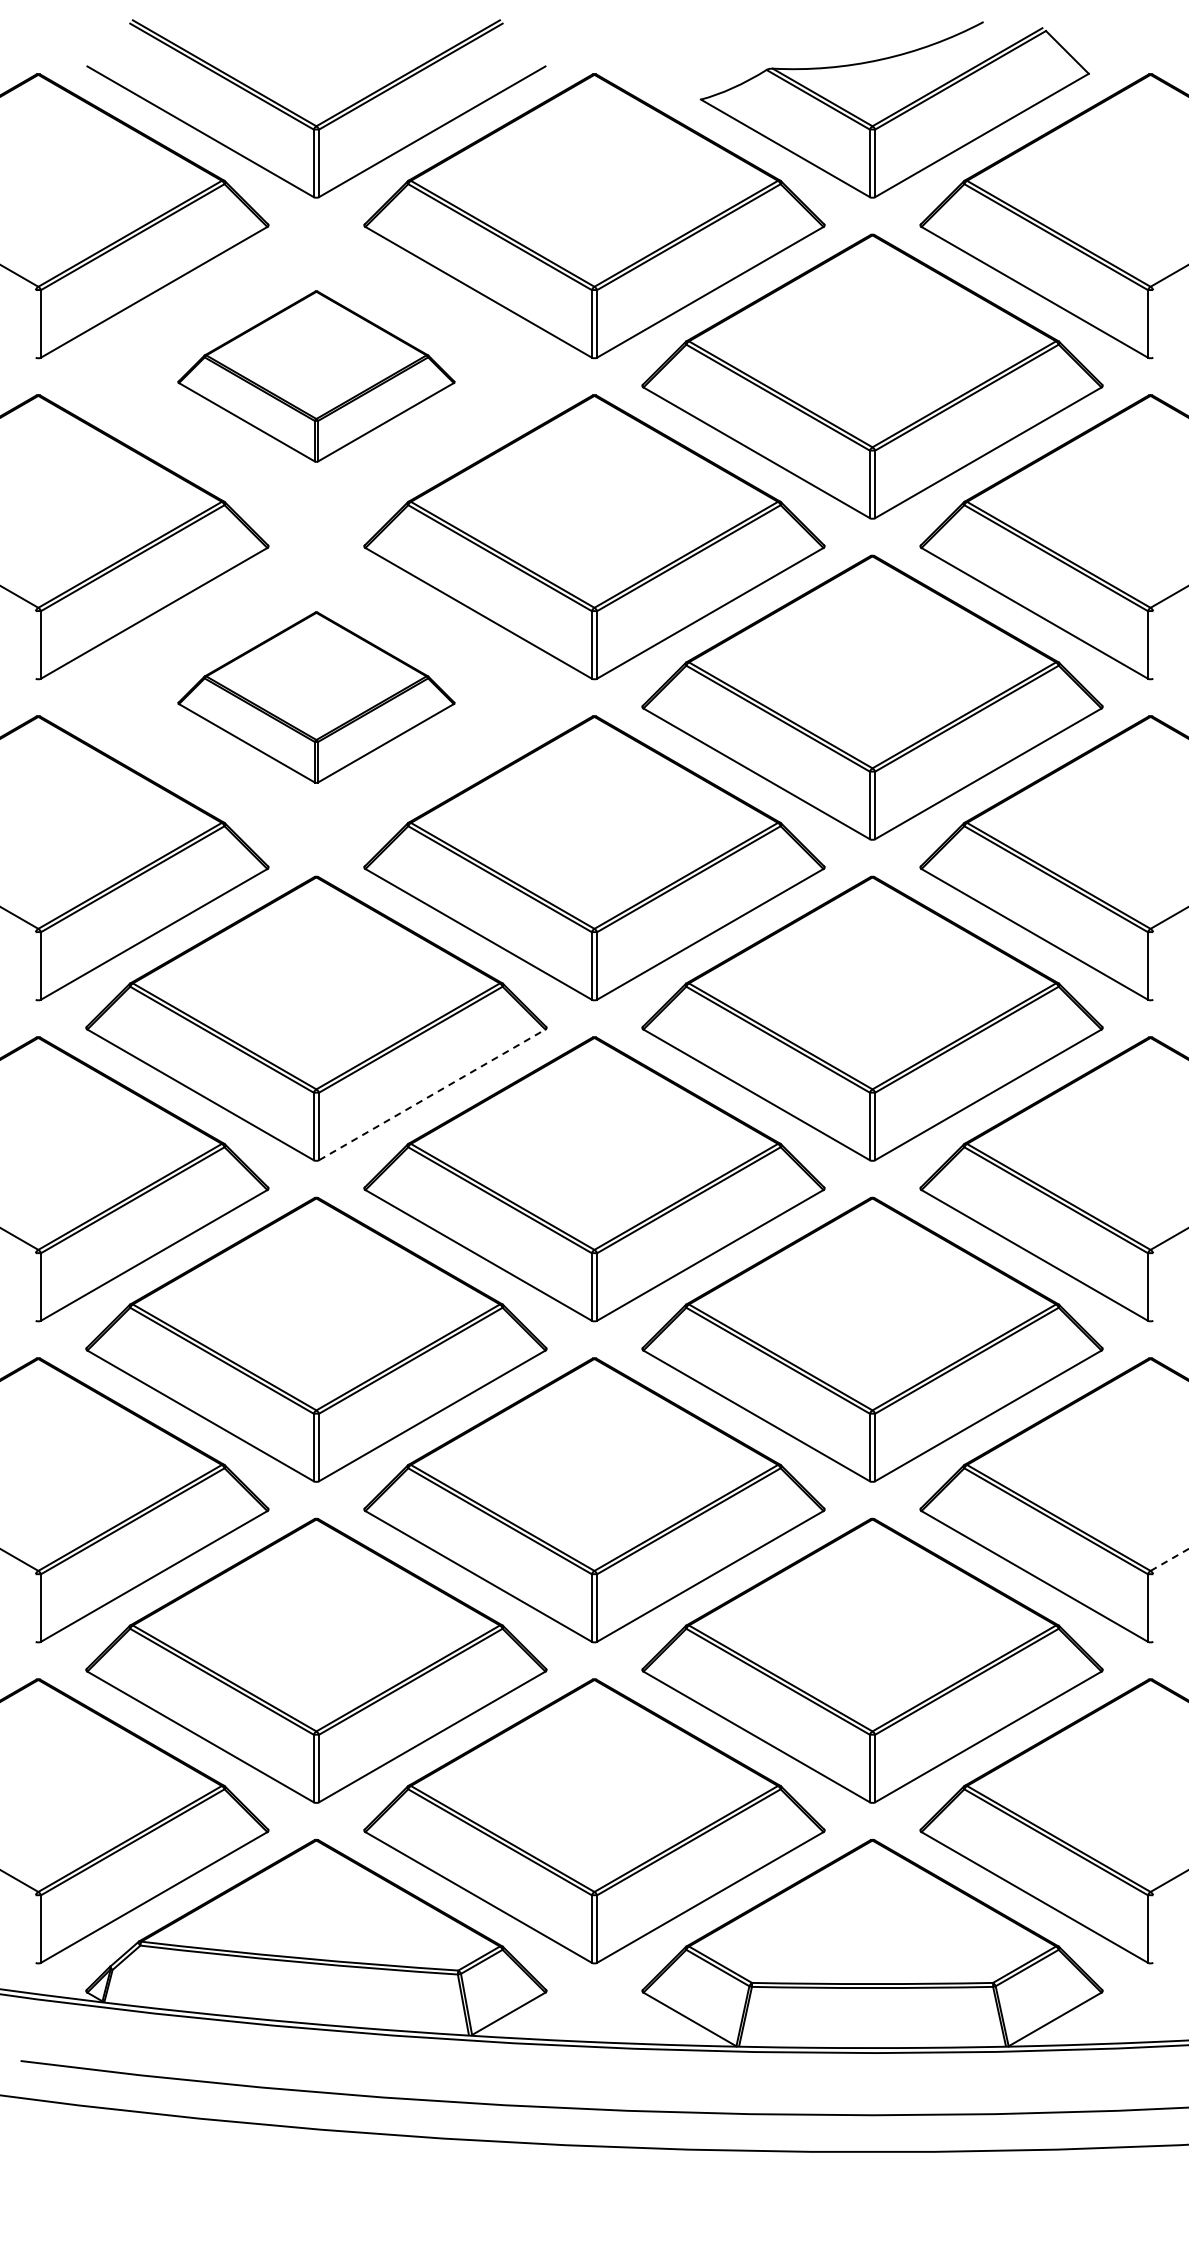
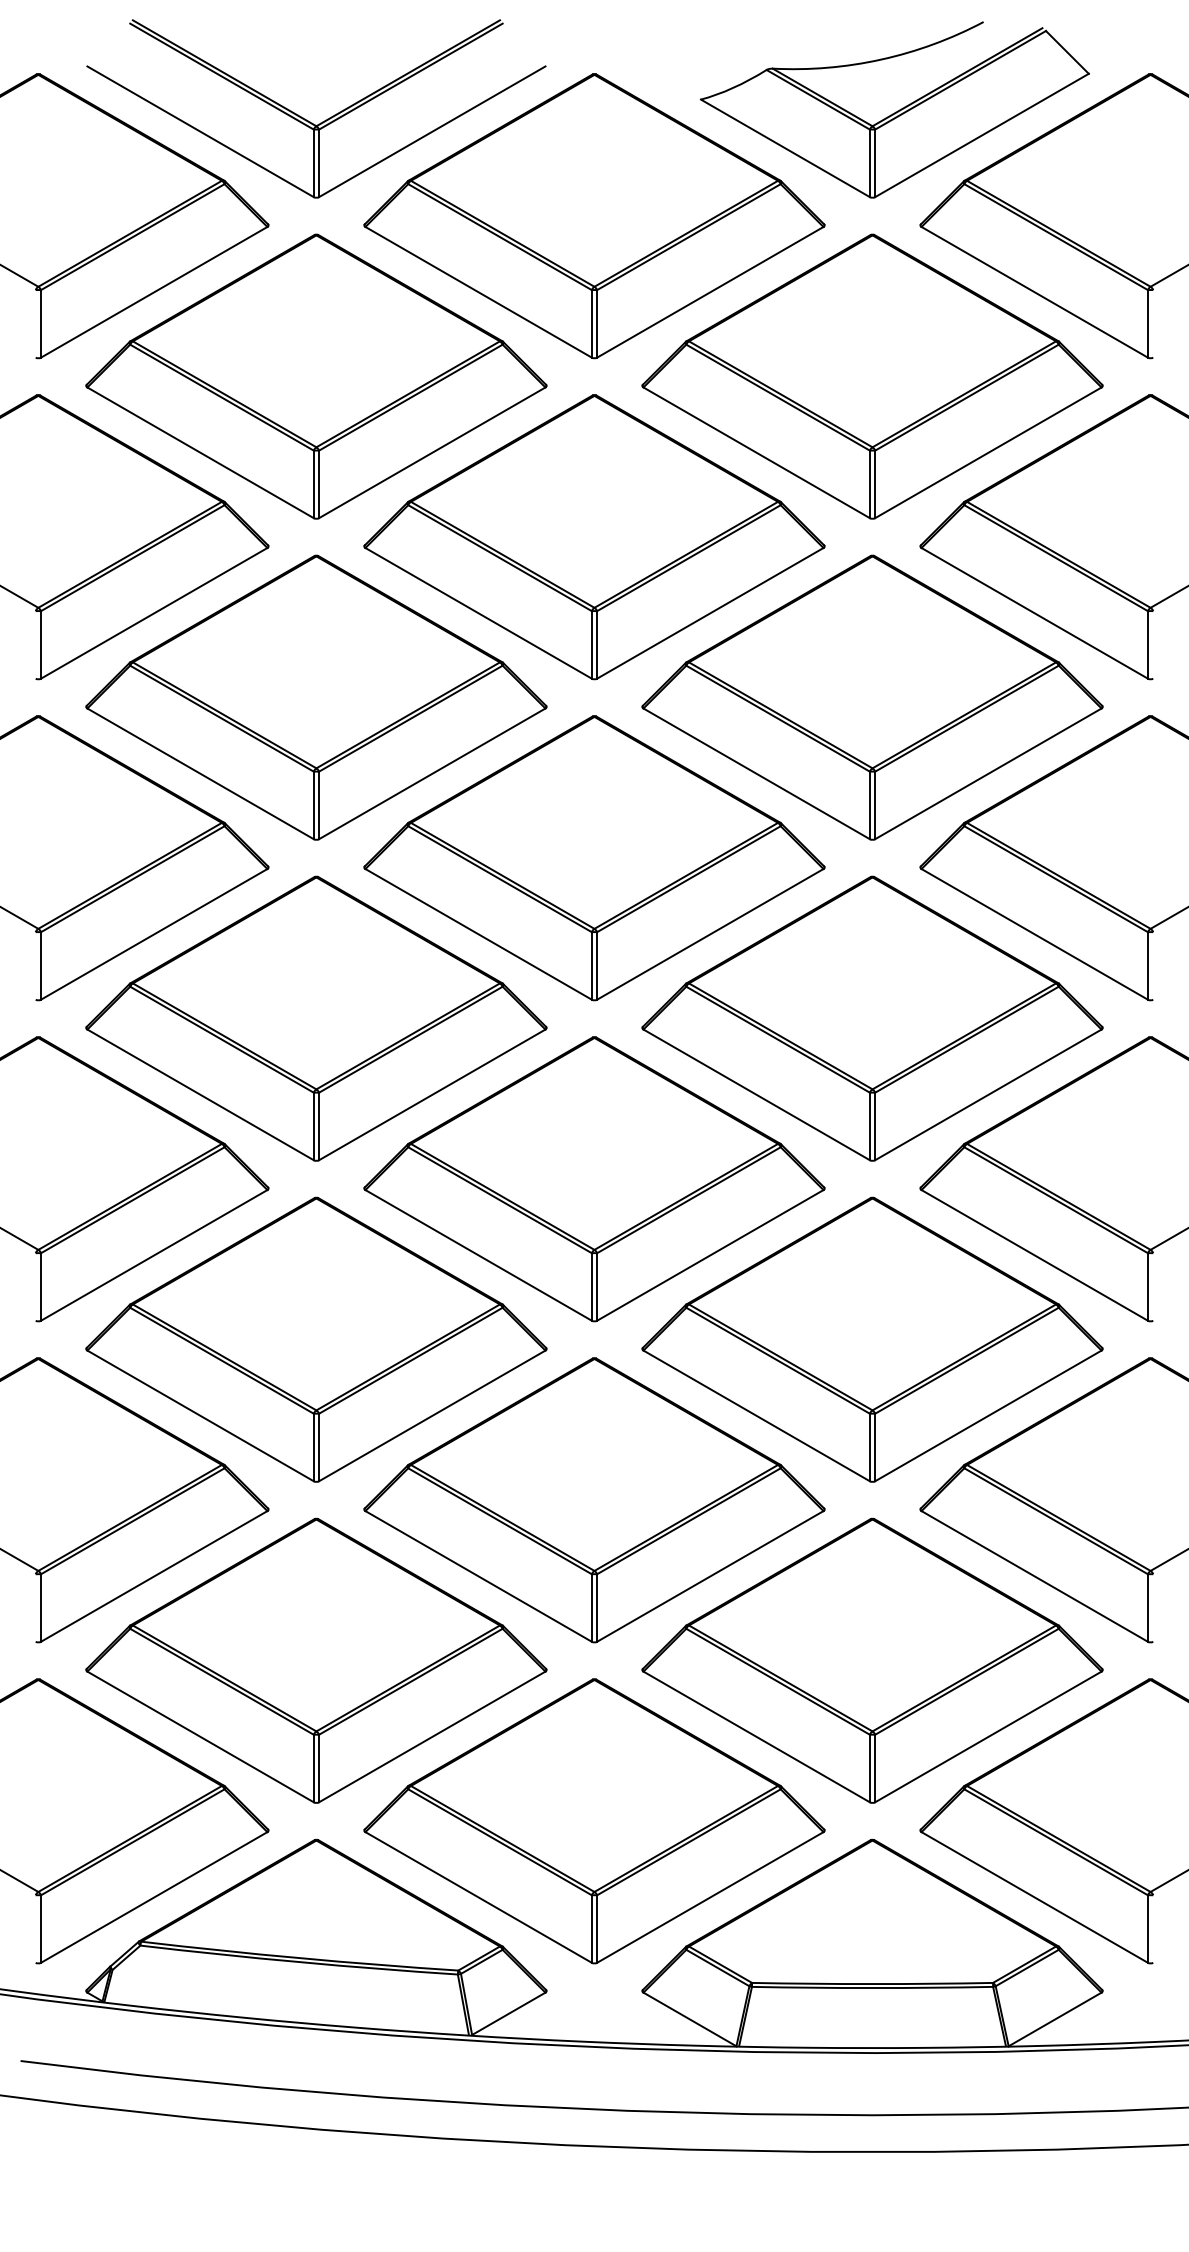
part at (316, 376) size: 279x173 px -> 463x287 px
part at (316, 697) size: 279x173 px -> 463x287 px
line at (432, 1094): dashed -> solid
line at (1169, 1559): dashed -> solid
